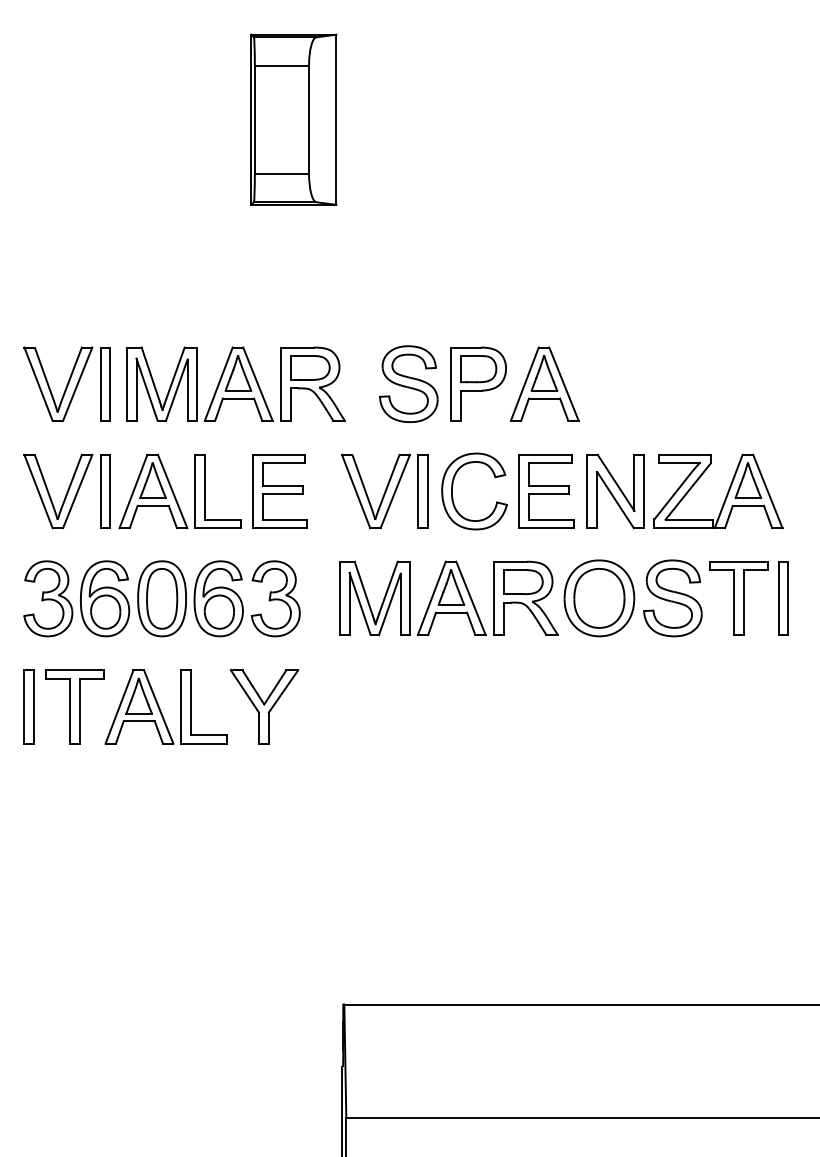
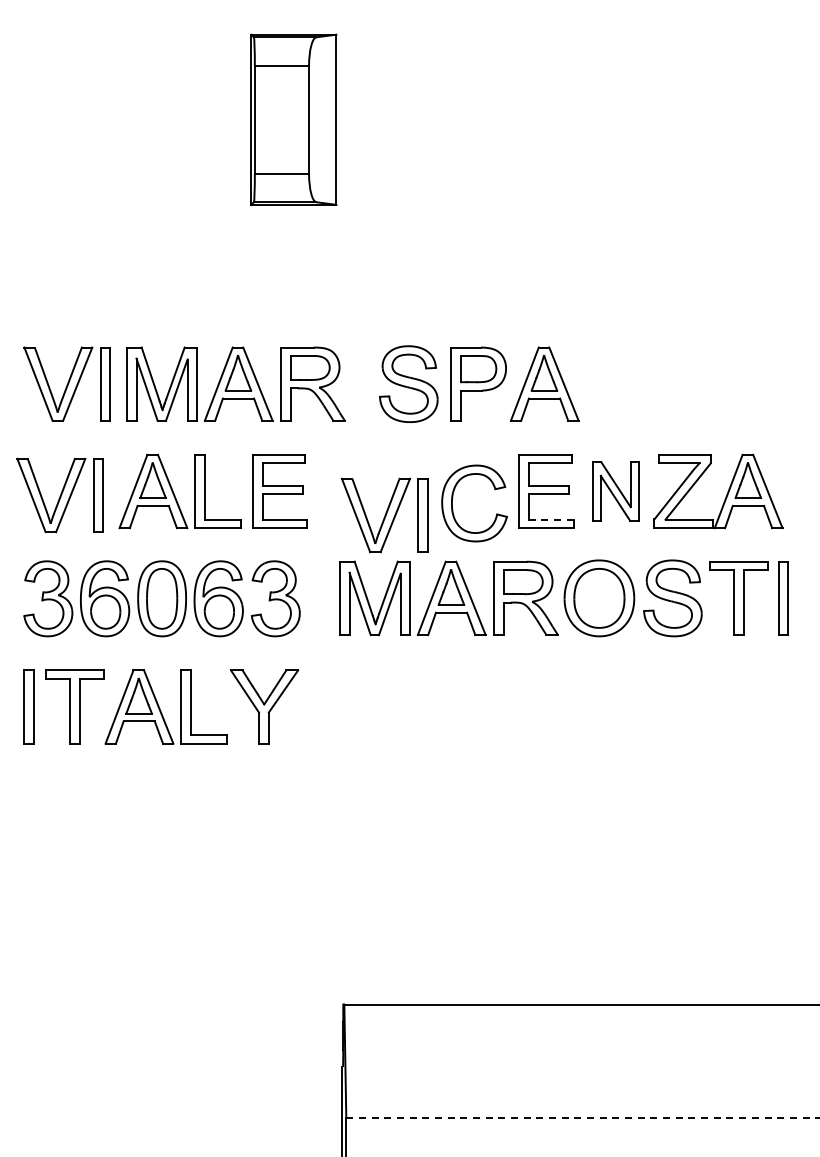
part at (453, 485) position: (453, 485) -> (453, 497)
part at (66, 491) position: (66, 491) -> (59, 495)
part at (384, 491) position: (384, 491) -> (384, 515)
part at (615, 491) size: 59x77 px -> 48x61 px
line at (550, 519): solid -> dashed
line at (583, 1118): solid -> dashed
